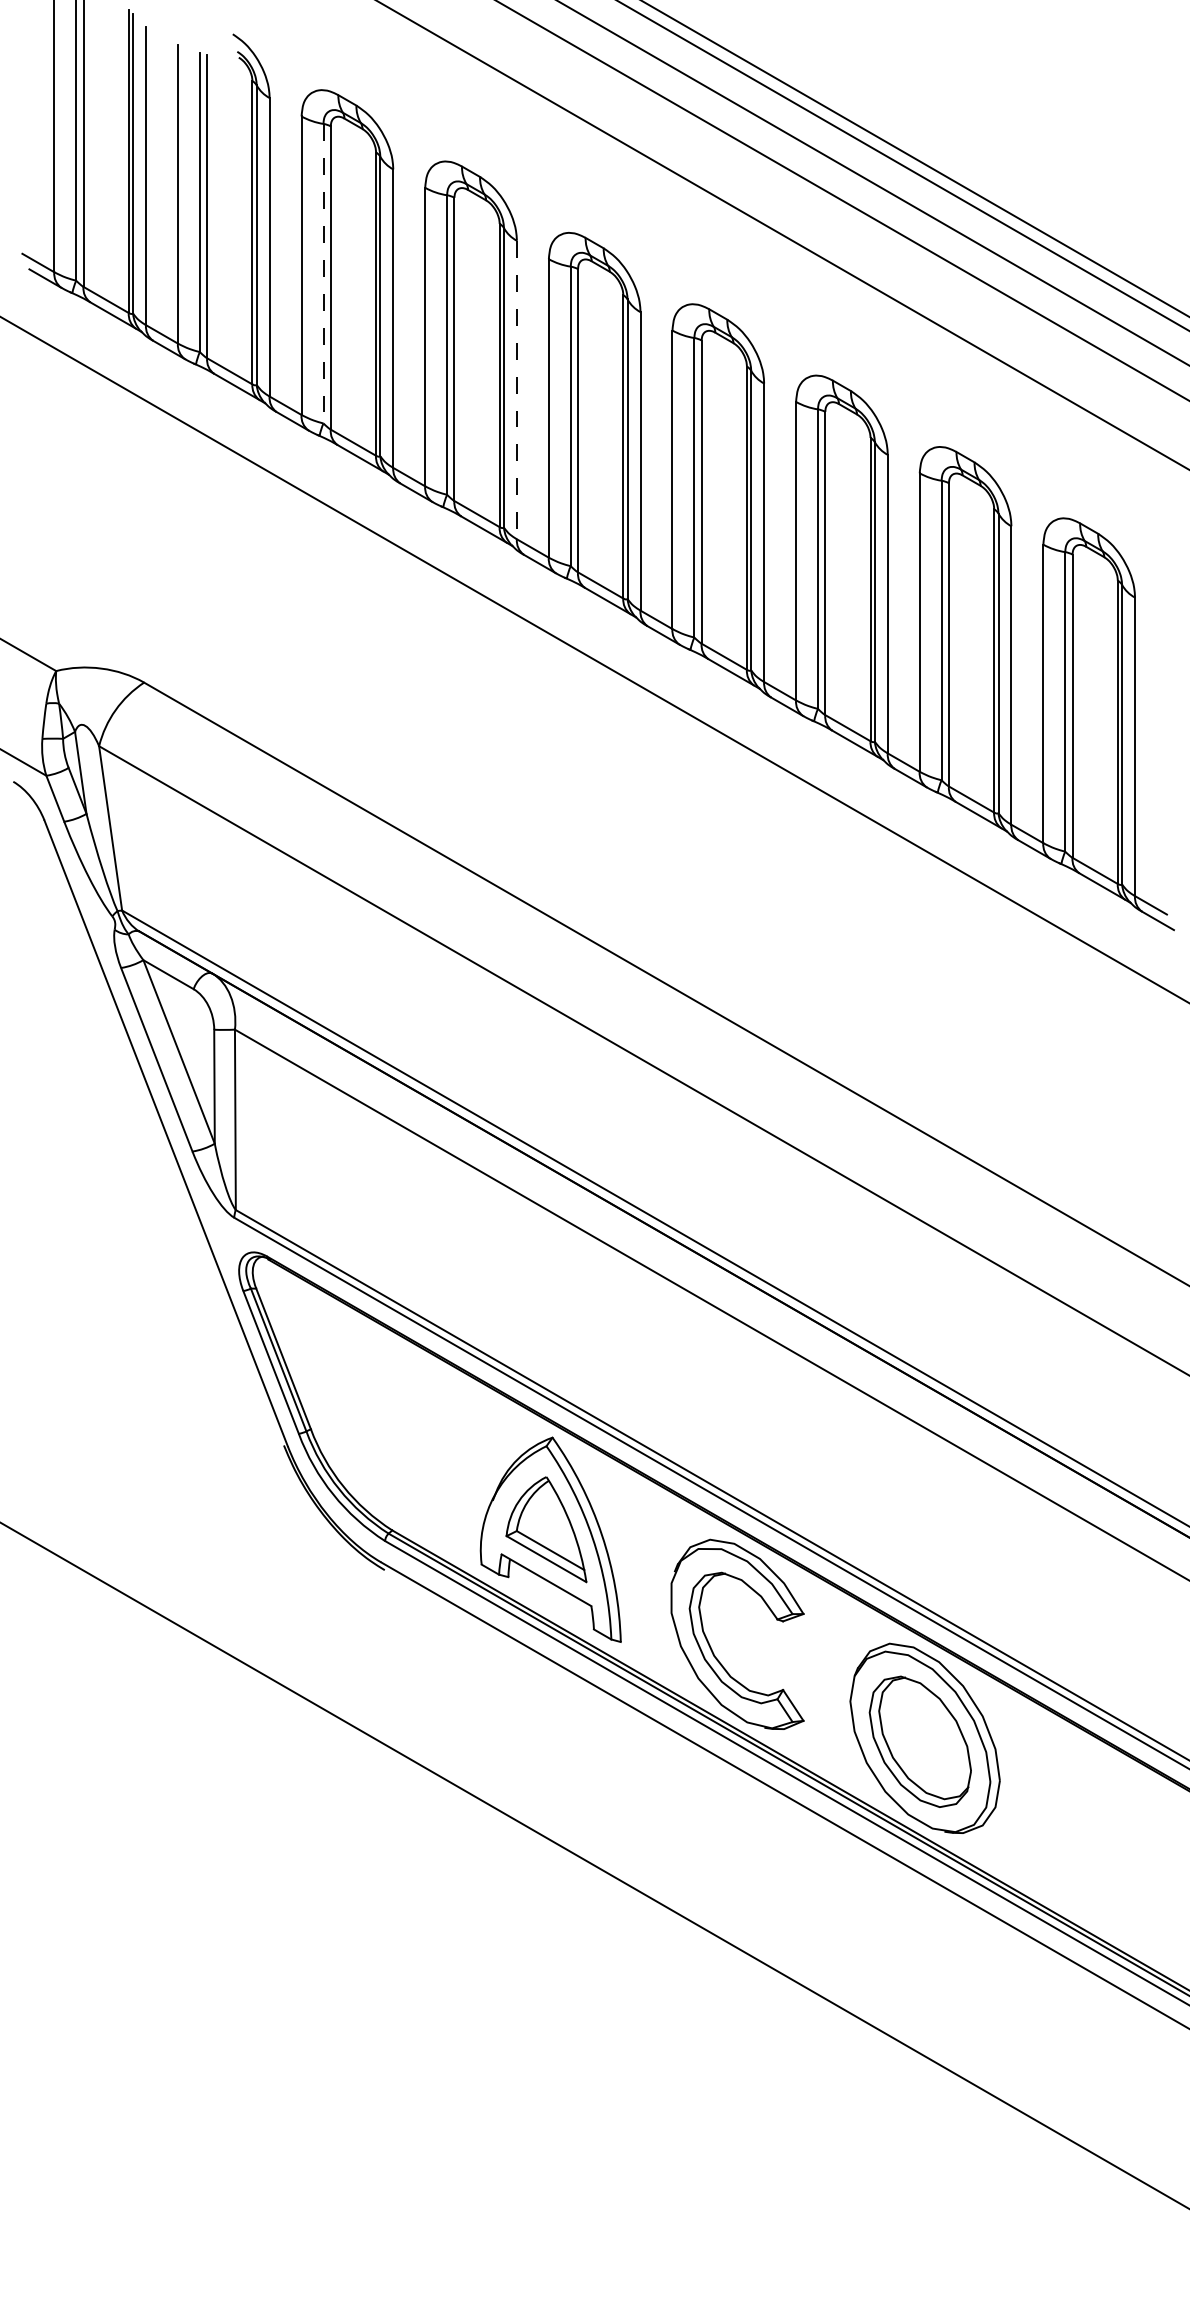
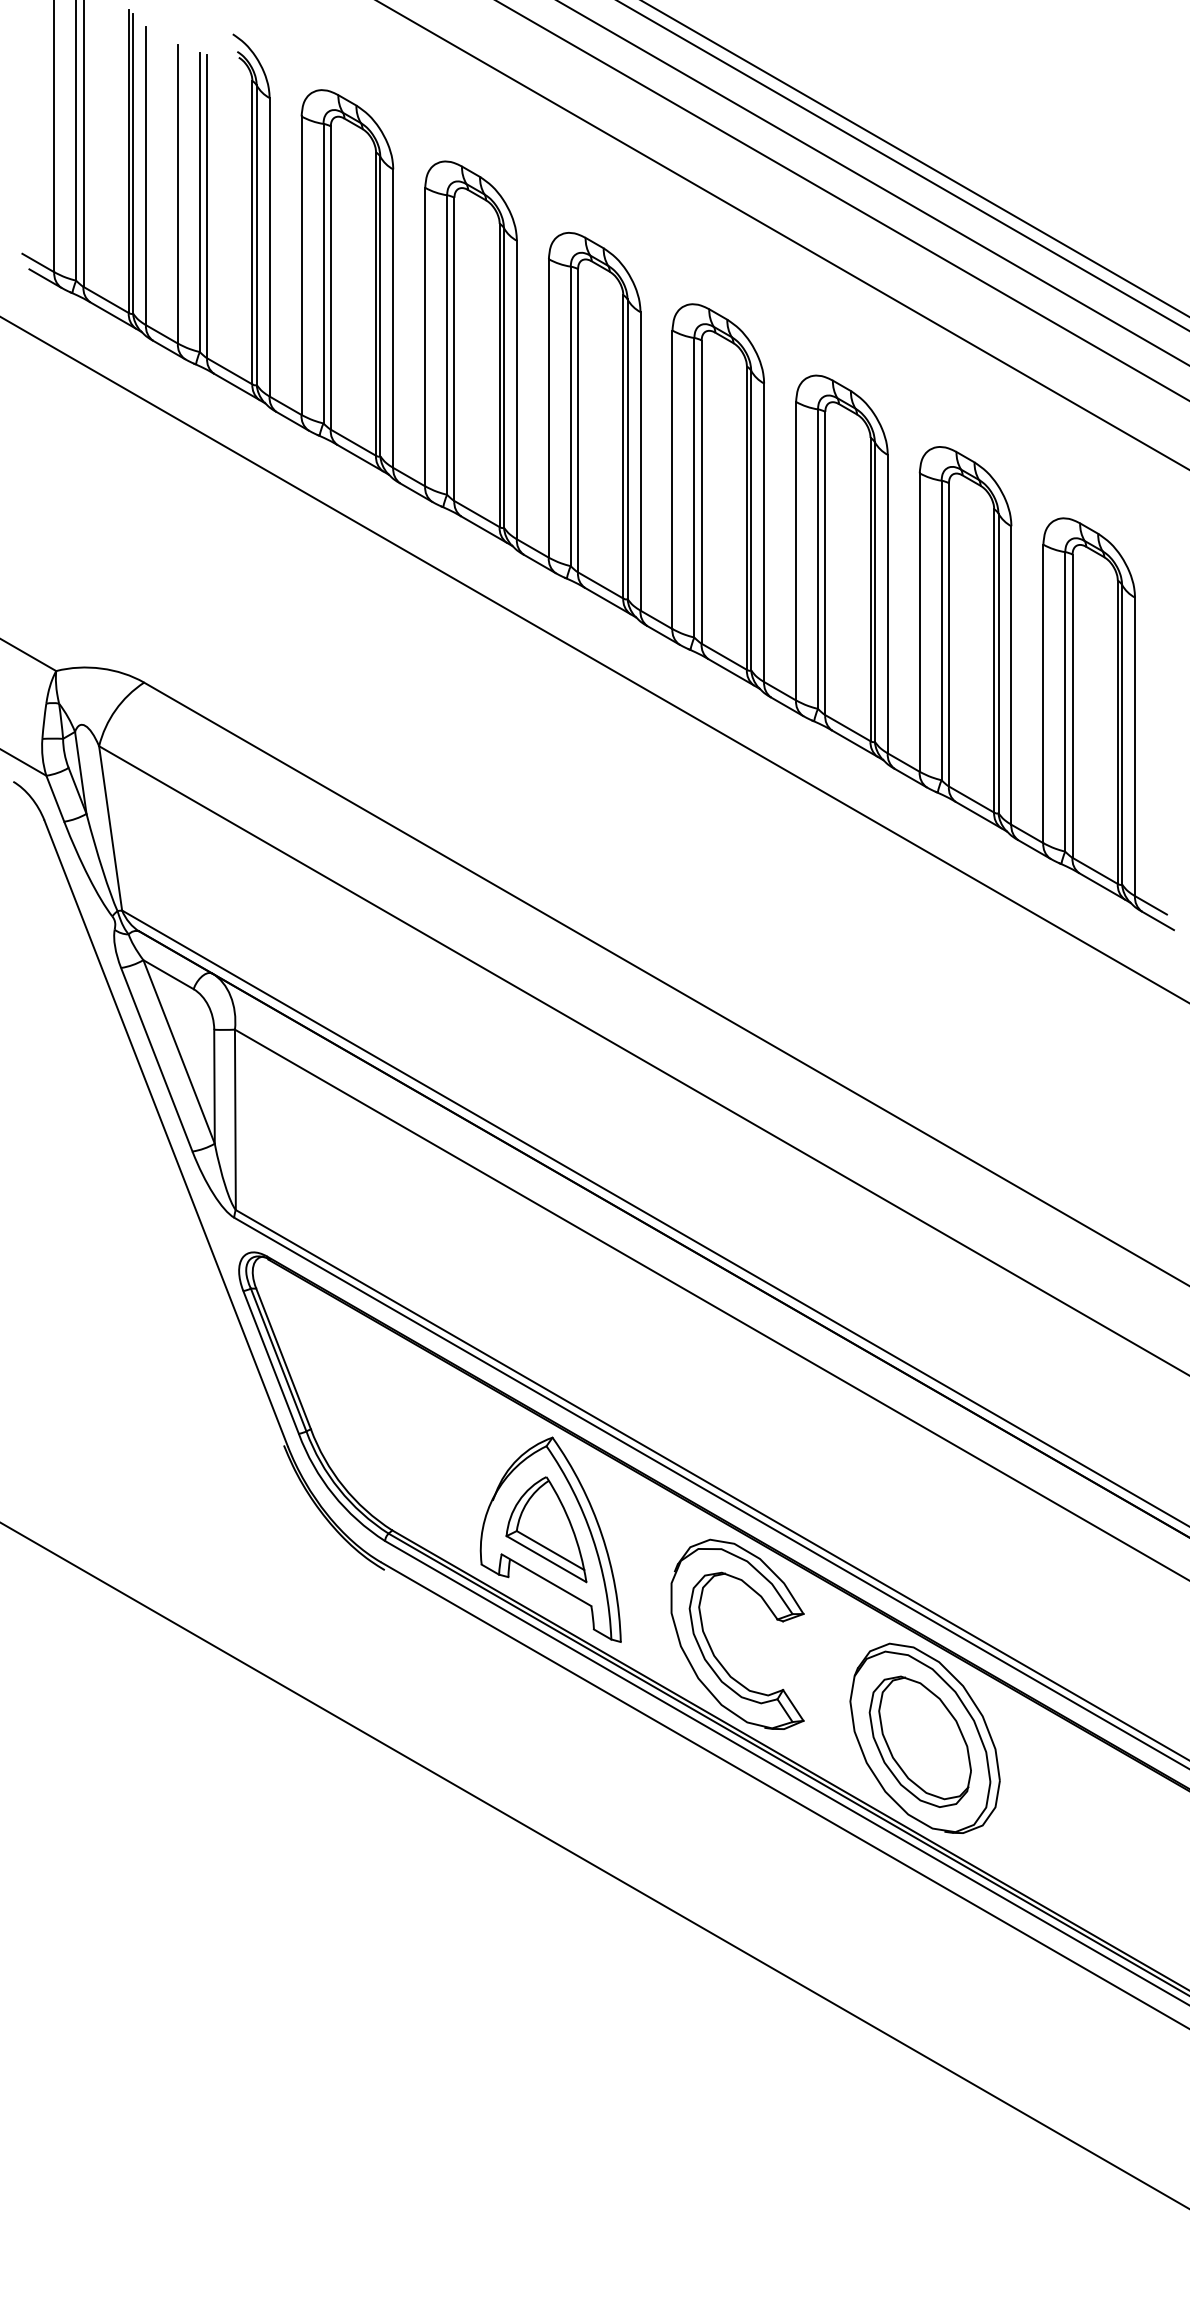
line at (323, 273): dashed -> solid
line at (516, 390): dashed -> solid
